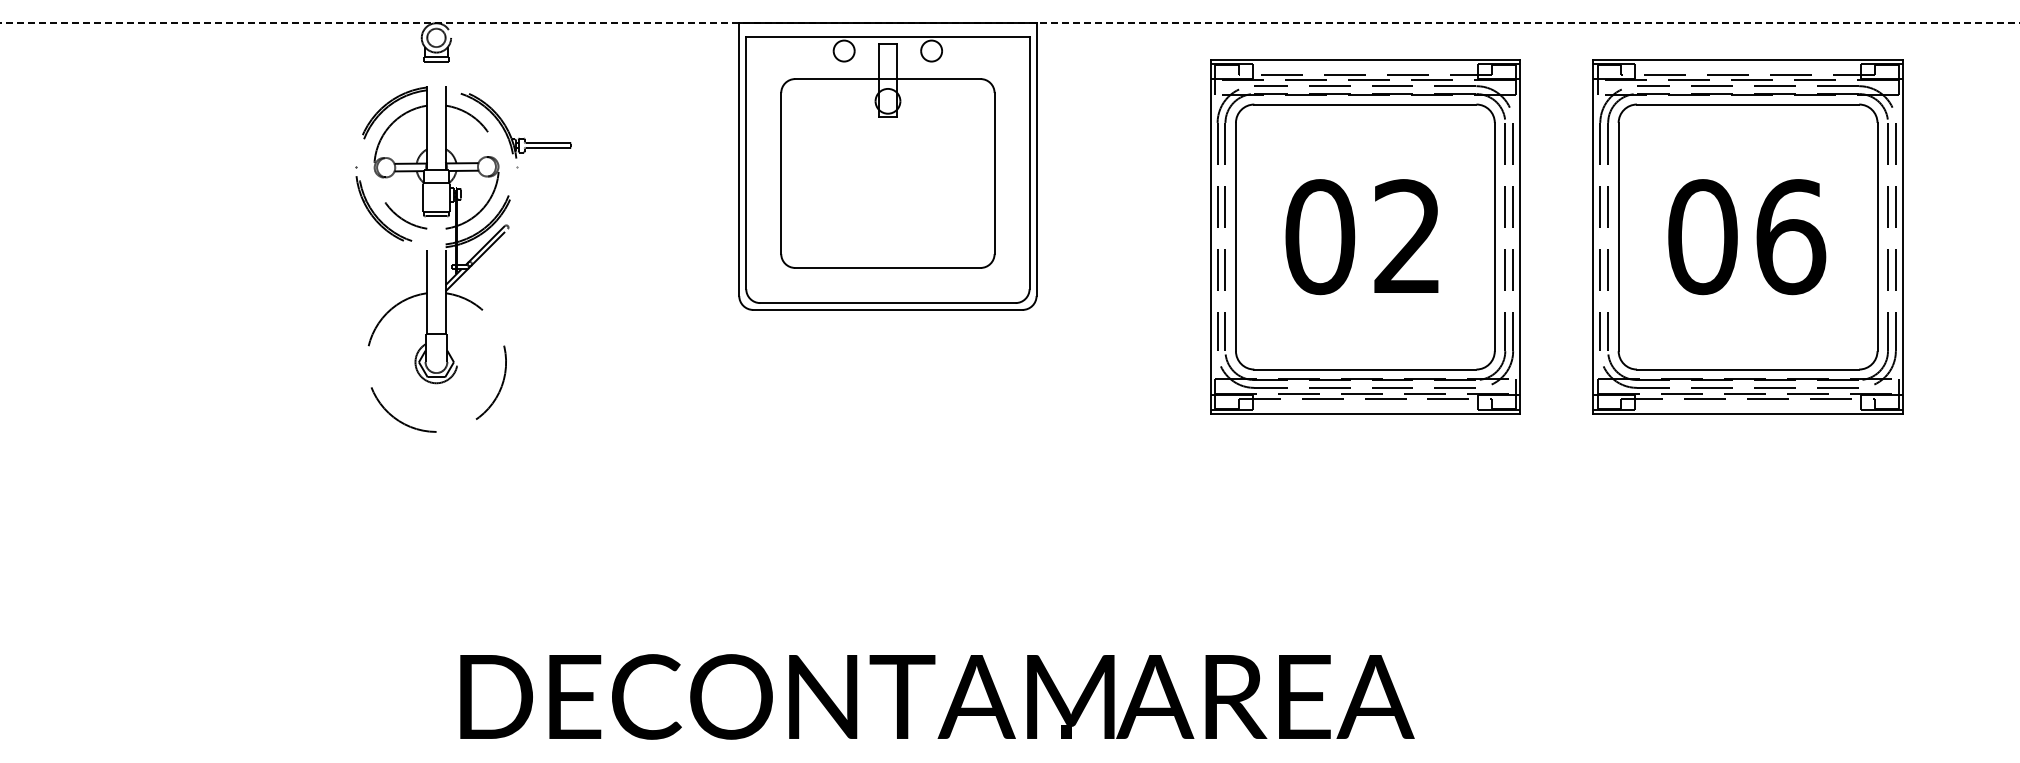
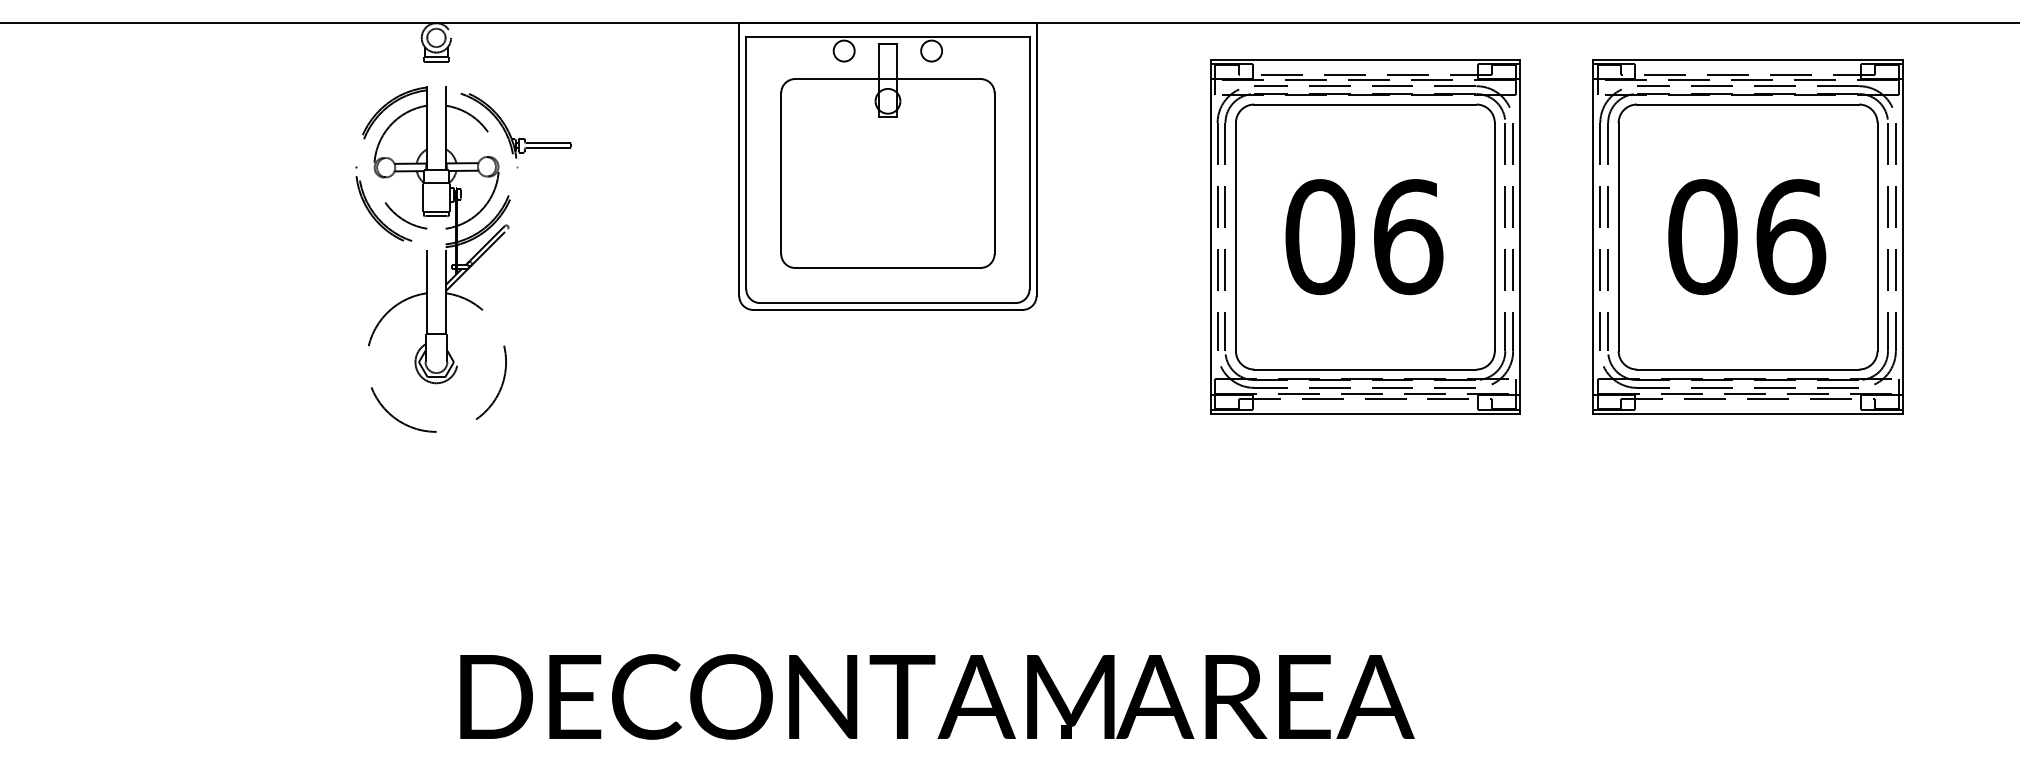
line at (1009, 23): dashed -> solid
text at (1408, 237): 02 -> 06
